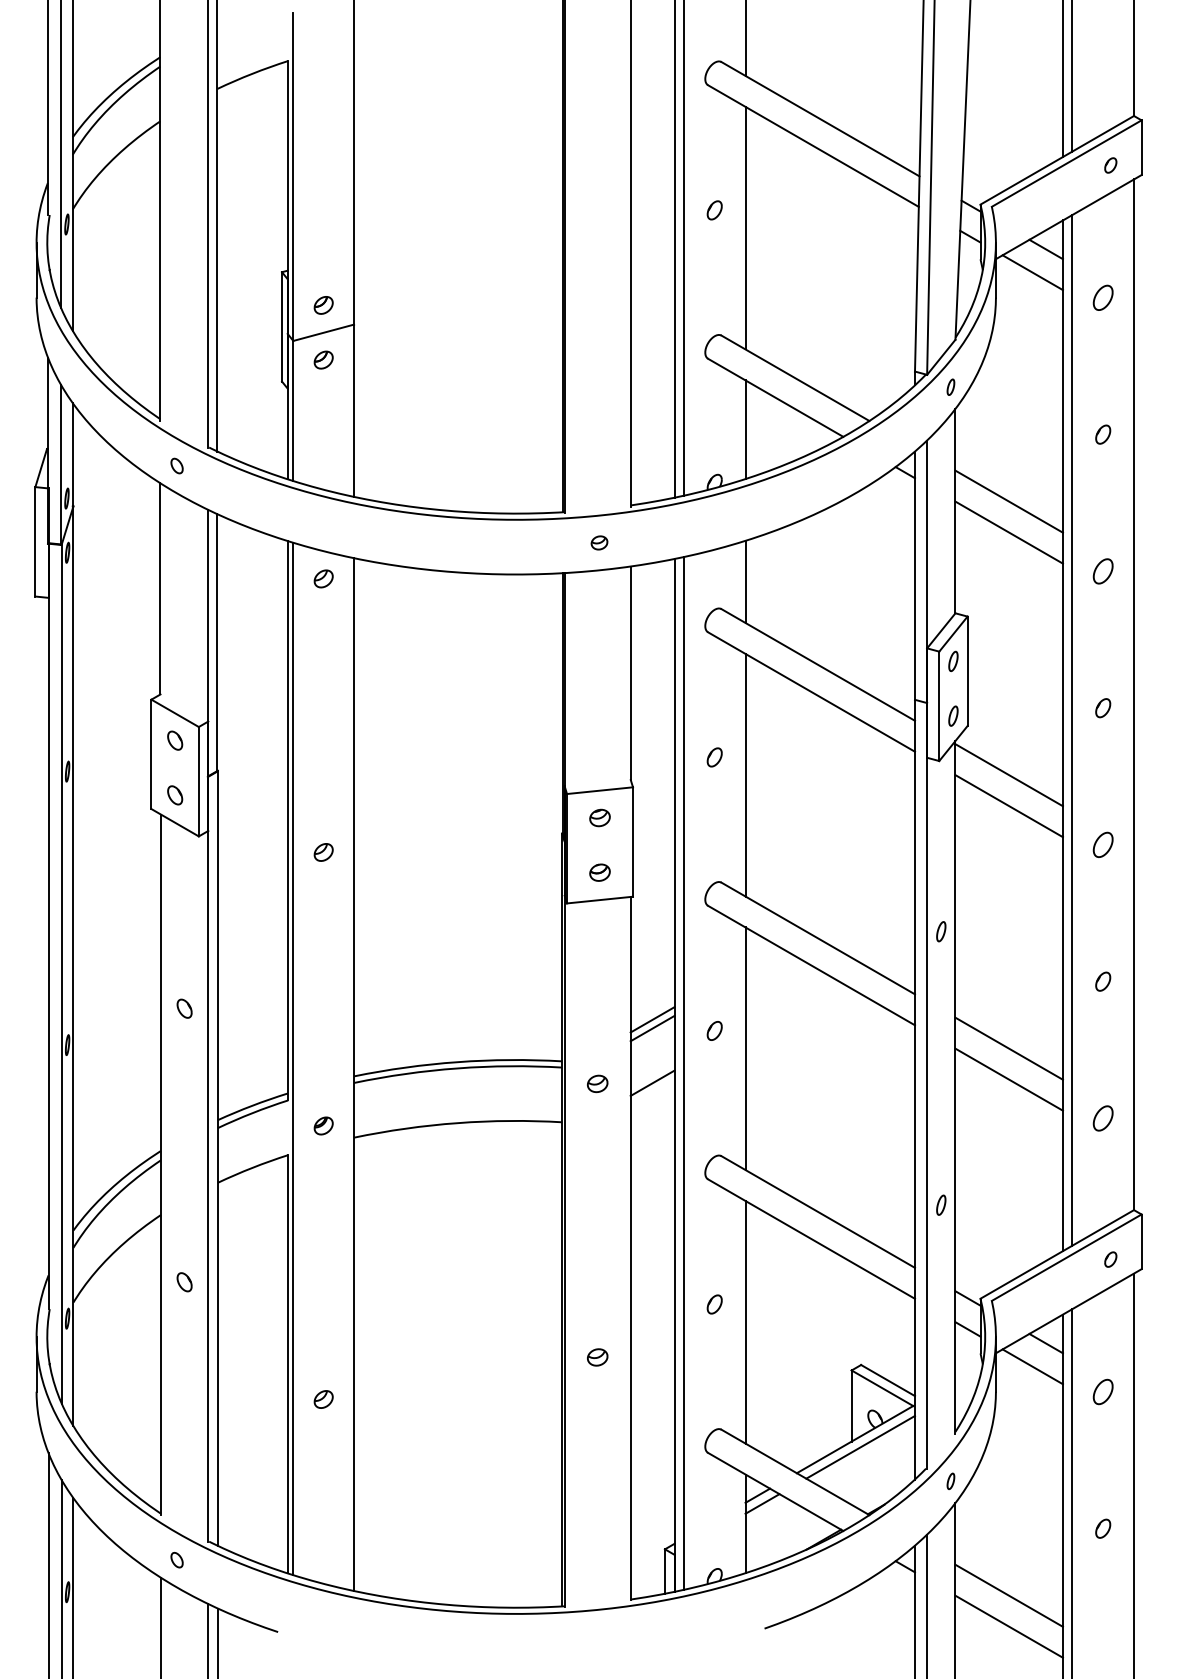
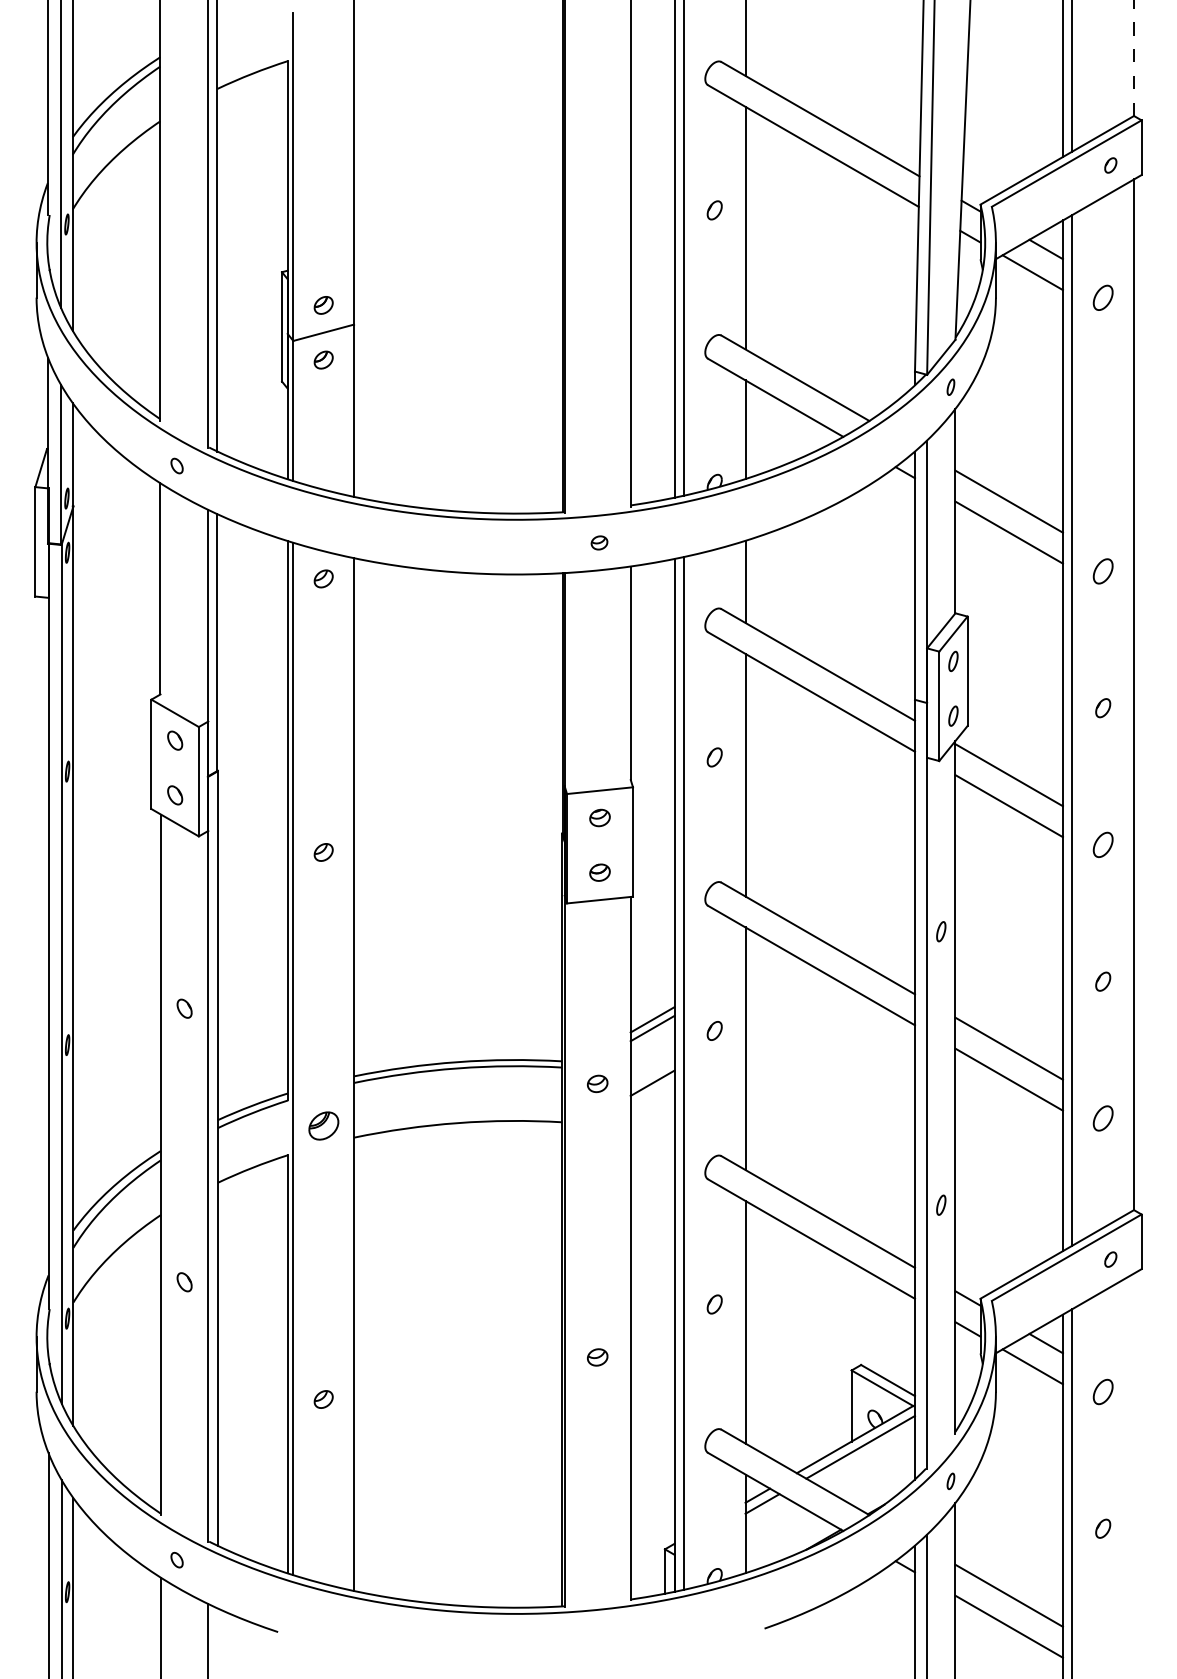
line at (1134, 58): solid -> dashed
part at (1103, 434): present -> none
part at (323, 1125) size: 21x20 px -> 32x30 px
line at (1134, 1474): present -> none
line at (217, 1641): present -> none
